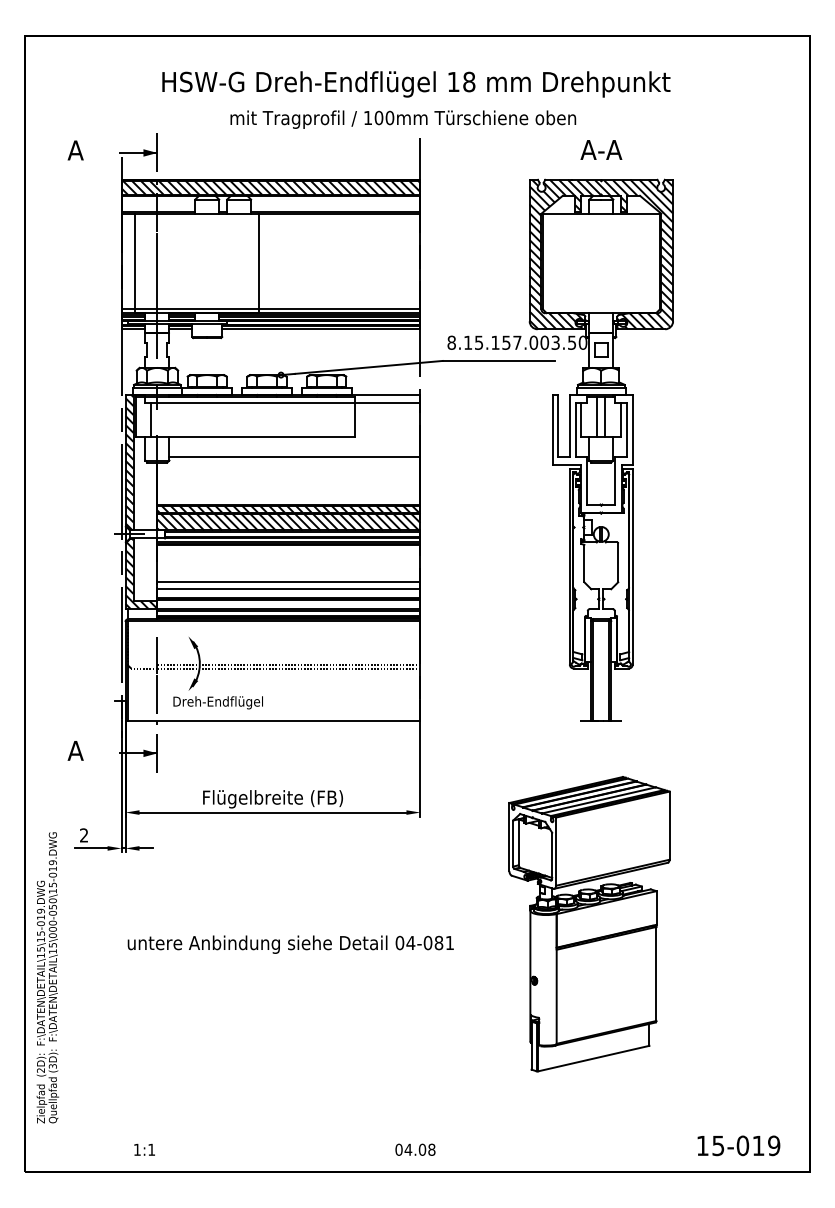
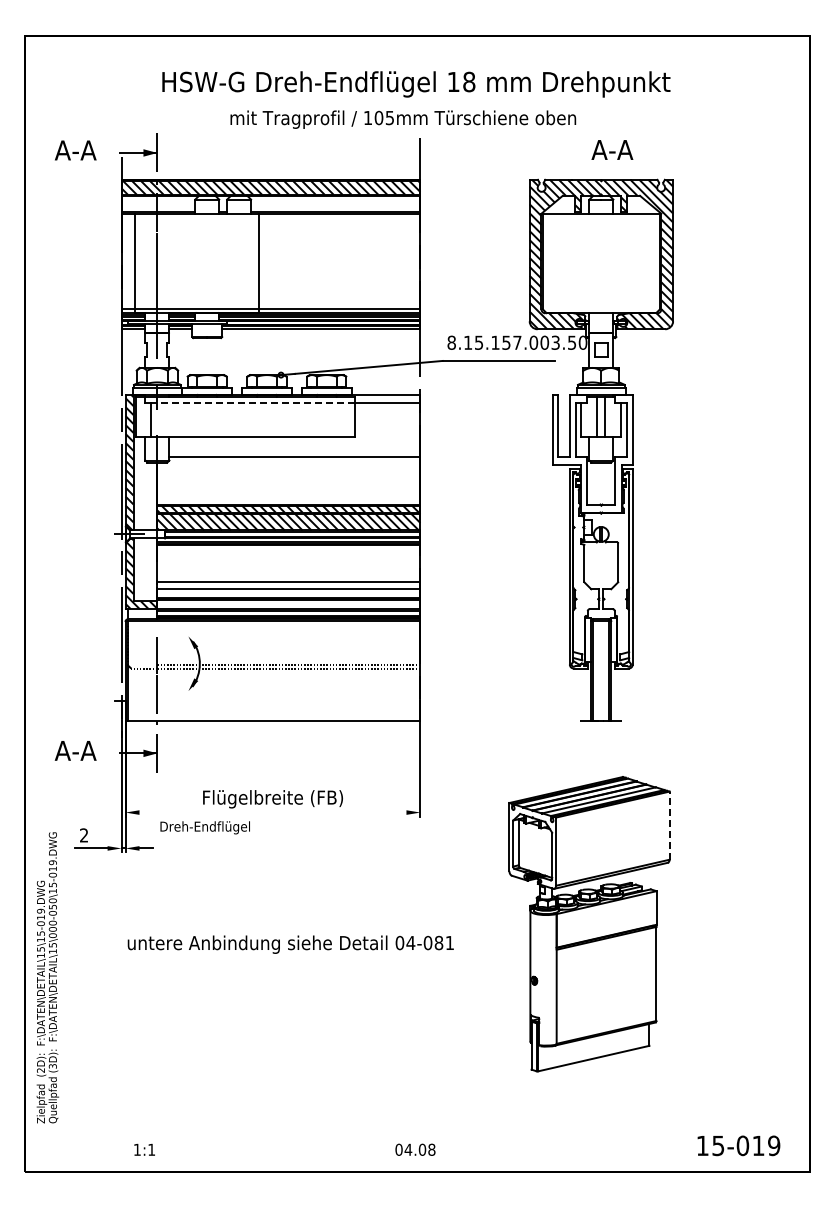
text at (389, 117): 100mm -> 105mm
text at (601, 149) position: (601, 149) -> (612, 149)
text at (75, 150): A -> A-A
line at (253, 402): solid -> dashed
text at (217, 702) position: (217, 702) -> (204, 827)
text at (75, 750): A -> A-A
line at (272, 812): present -> none
line at (669, 825): solid -> dashed
